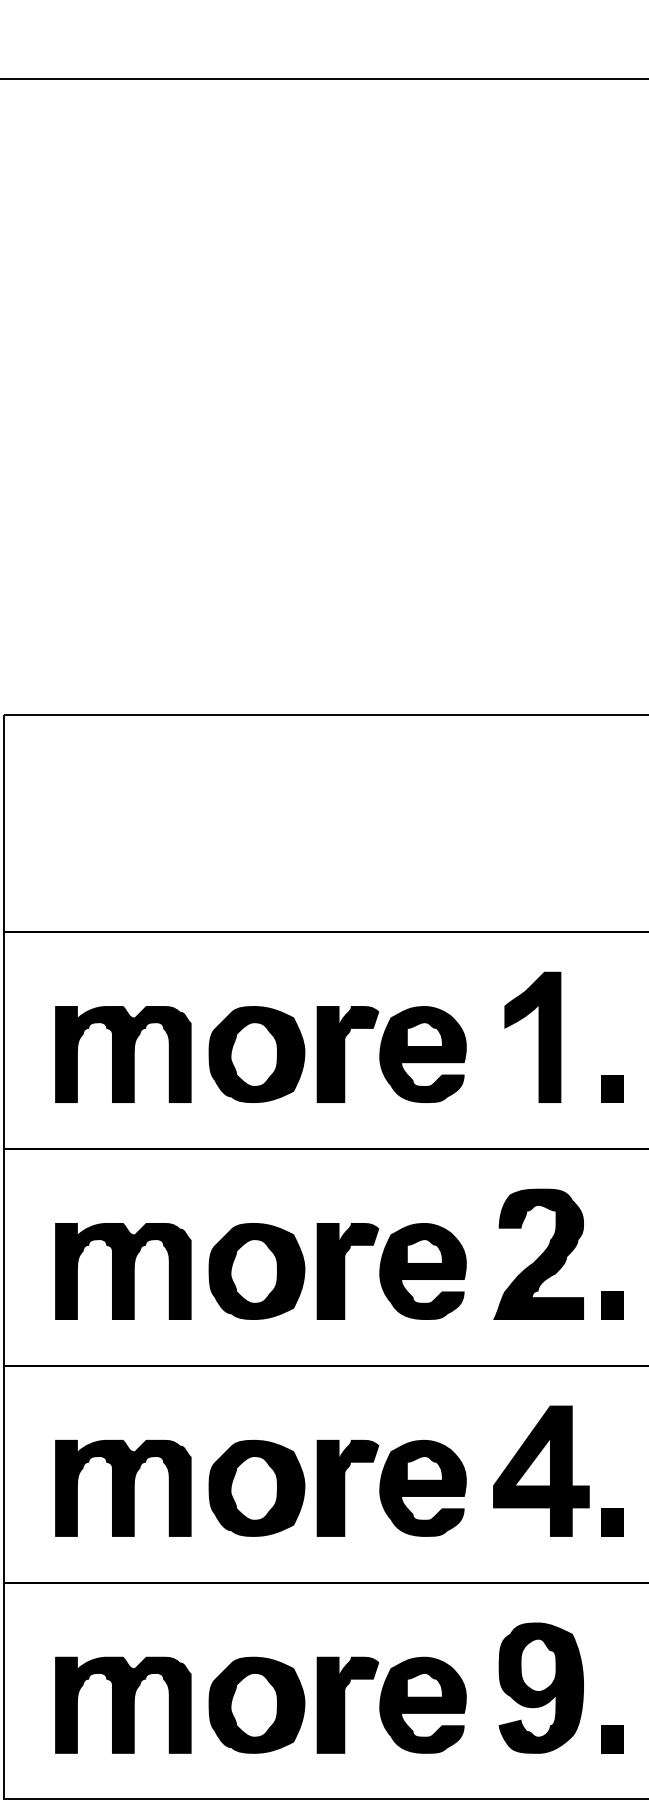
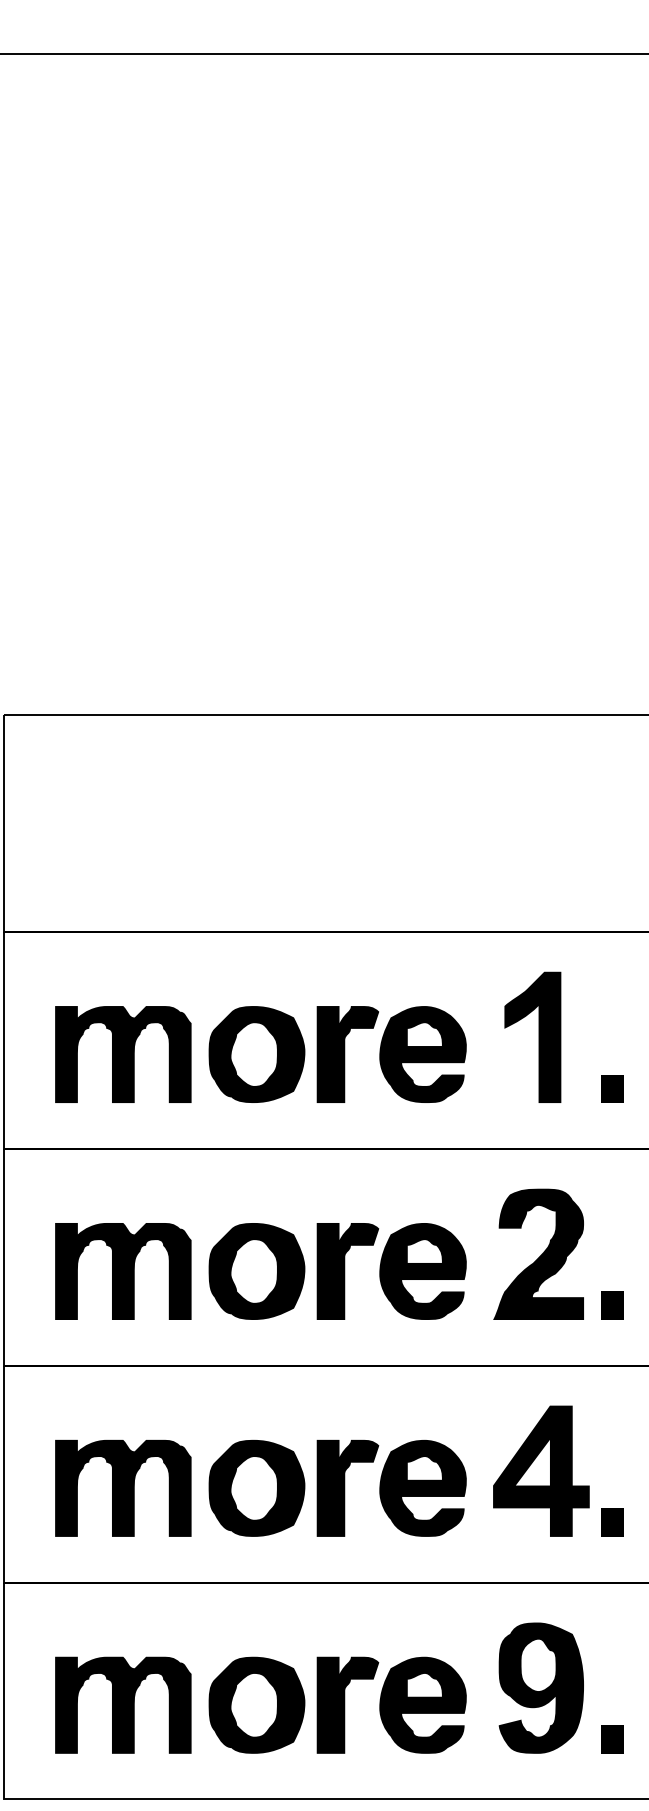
line at (323, 79) position: (323, 79) -> (323, 54)
